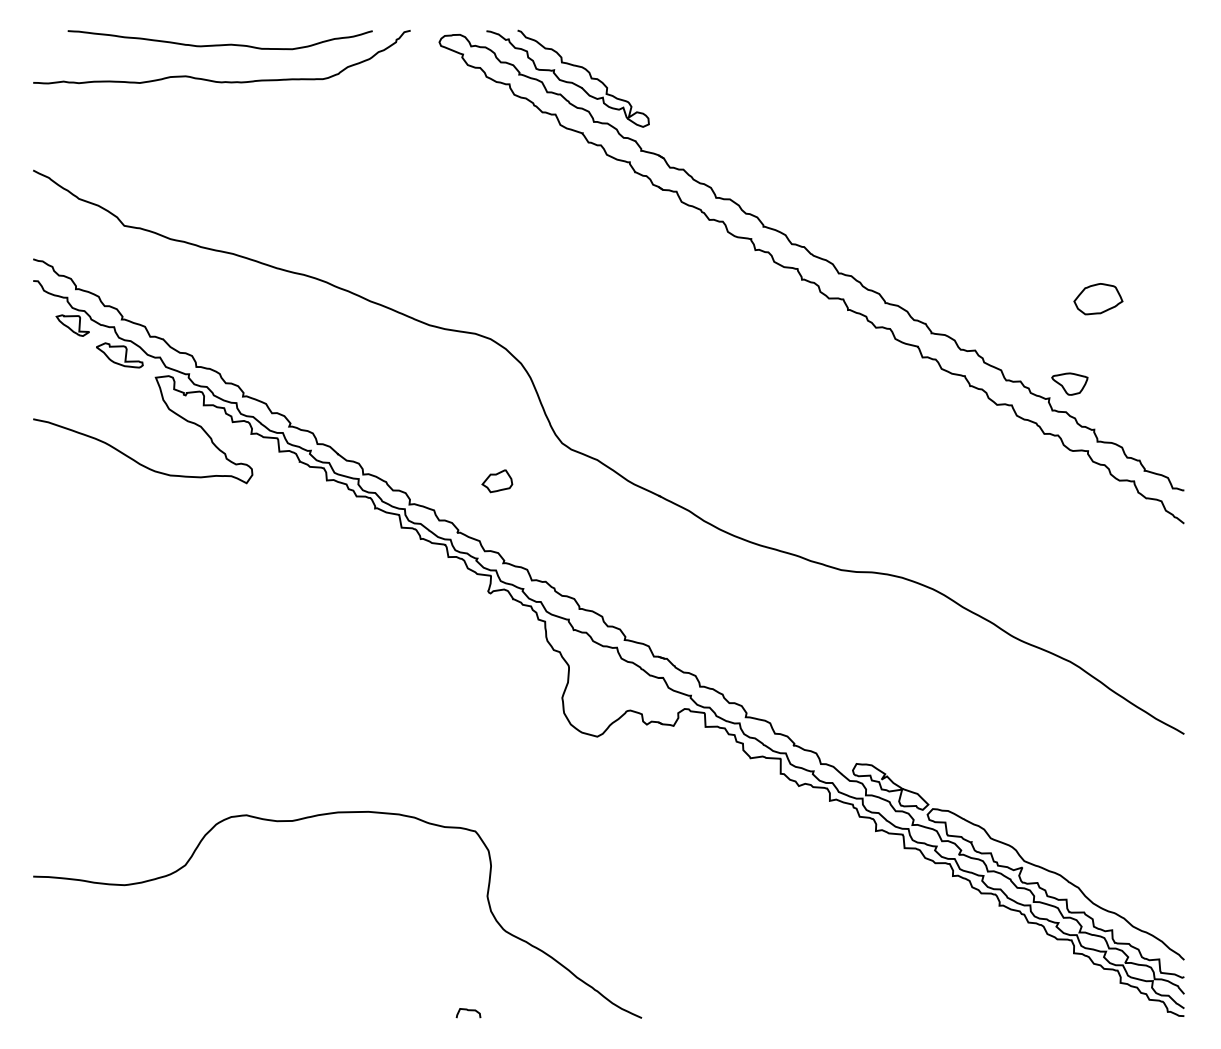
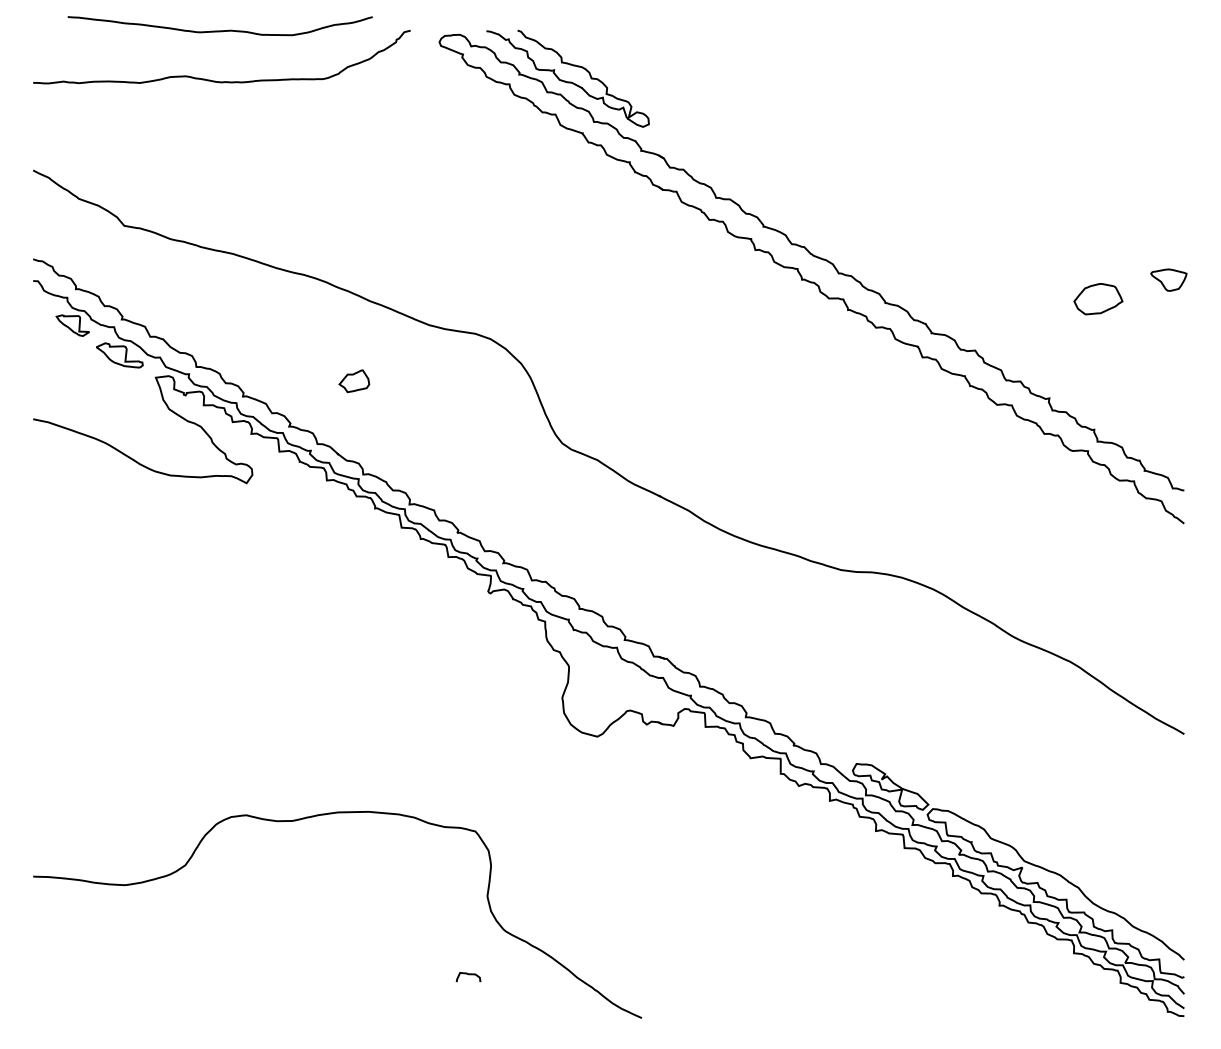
curve at (219, 44) position: (219, 44) -> (219, 30)
part at (1069, 383) position: (1069, 383) -> (1168, 279)
part at (497, 481) position: (497, 481) -> (354, 381)
curve at (468, 1011) position: (468, 1011) -> (468, 975)
